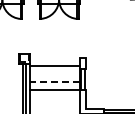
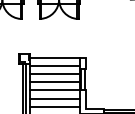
line at (55, 57): none -> present
line at (55, 74): none -> present
line at (55, 82): dashed -> solid
line at (55, 98): none -> present
line at (55, 106): none -> present
